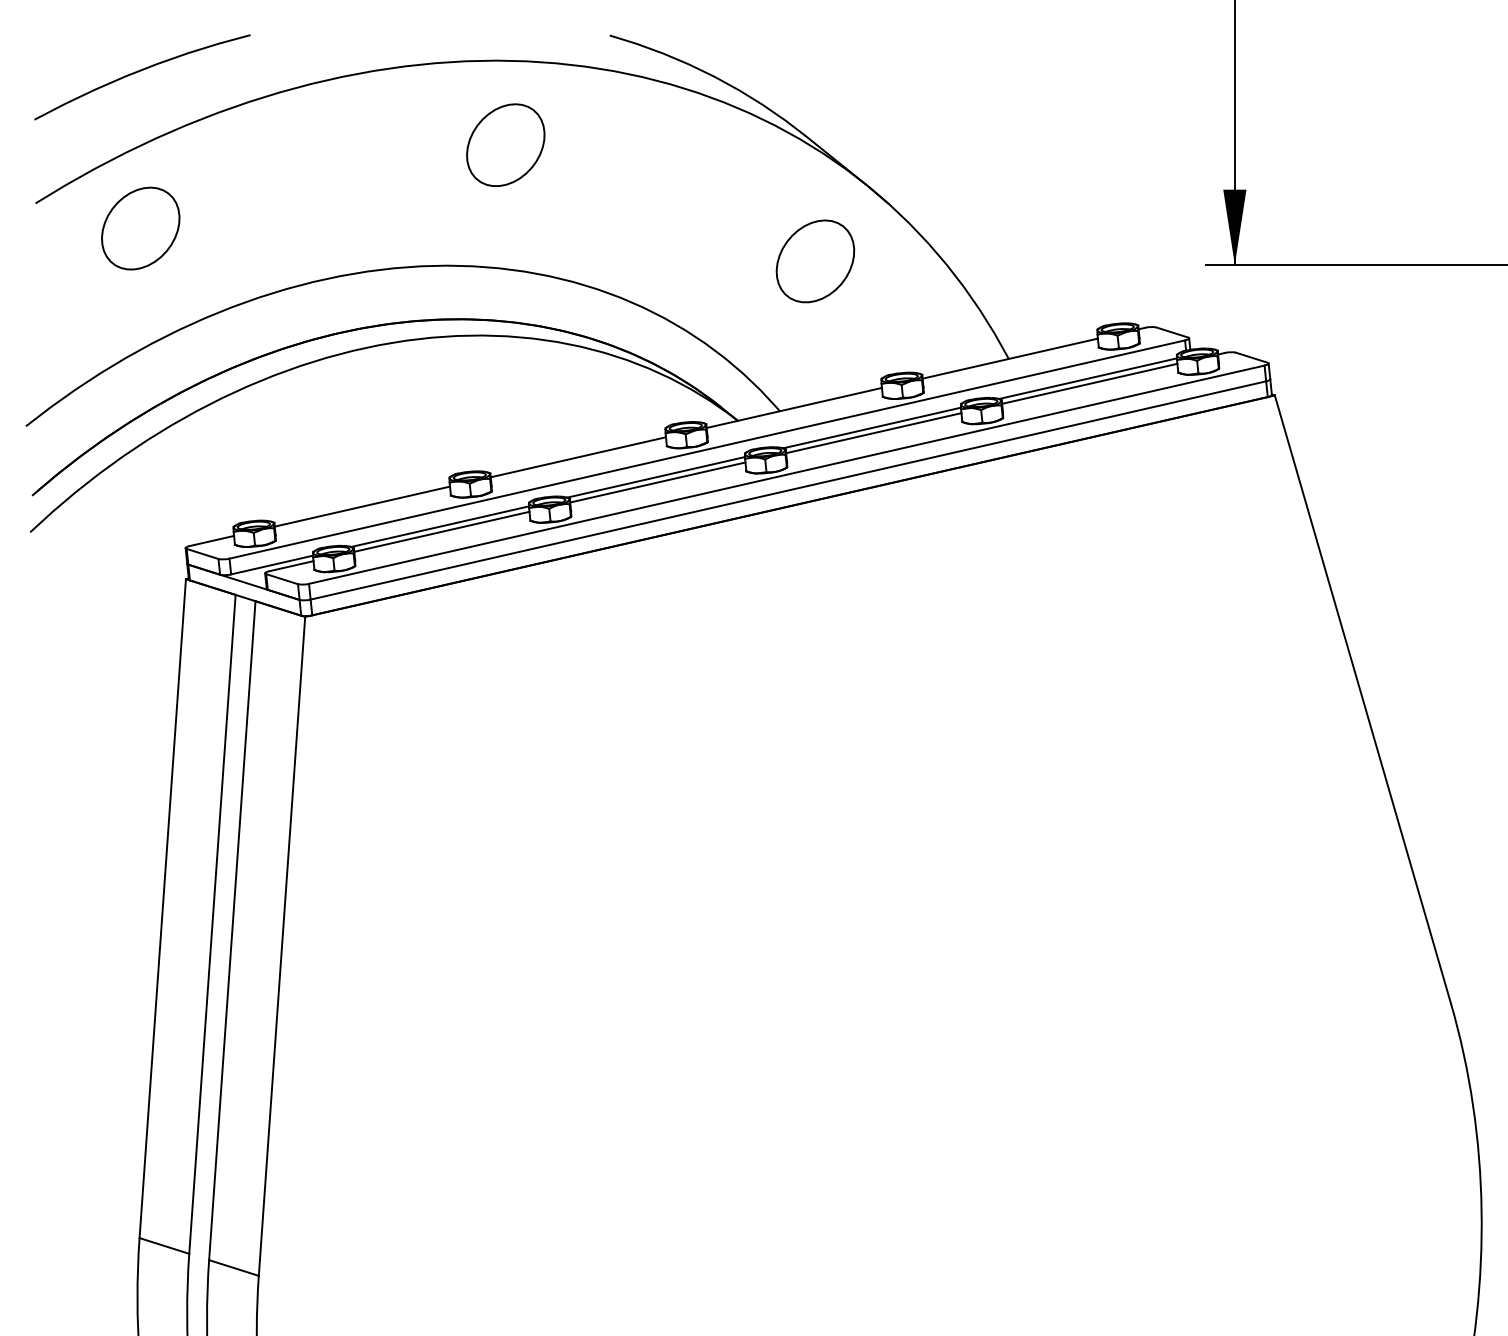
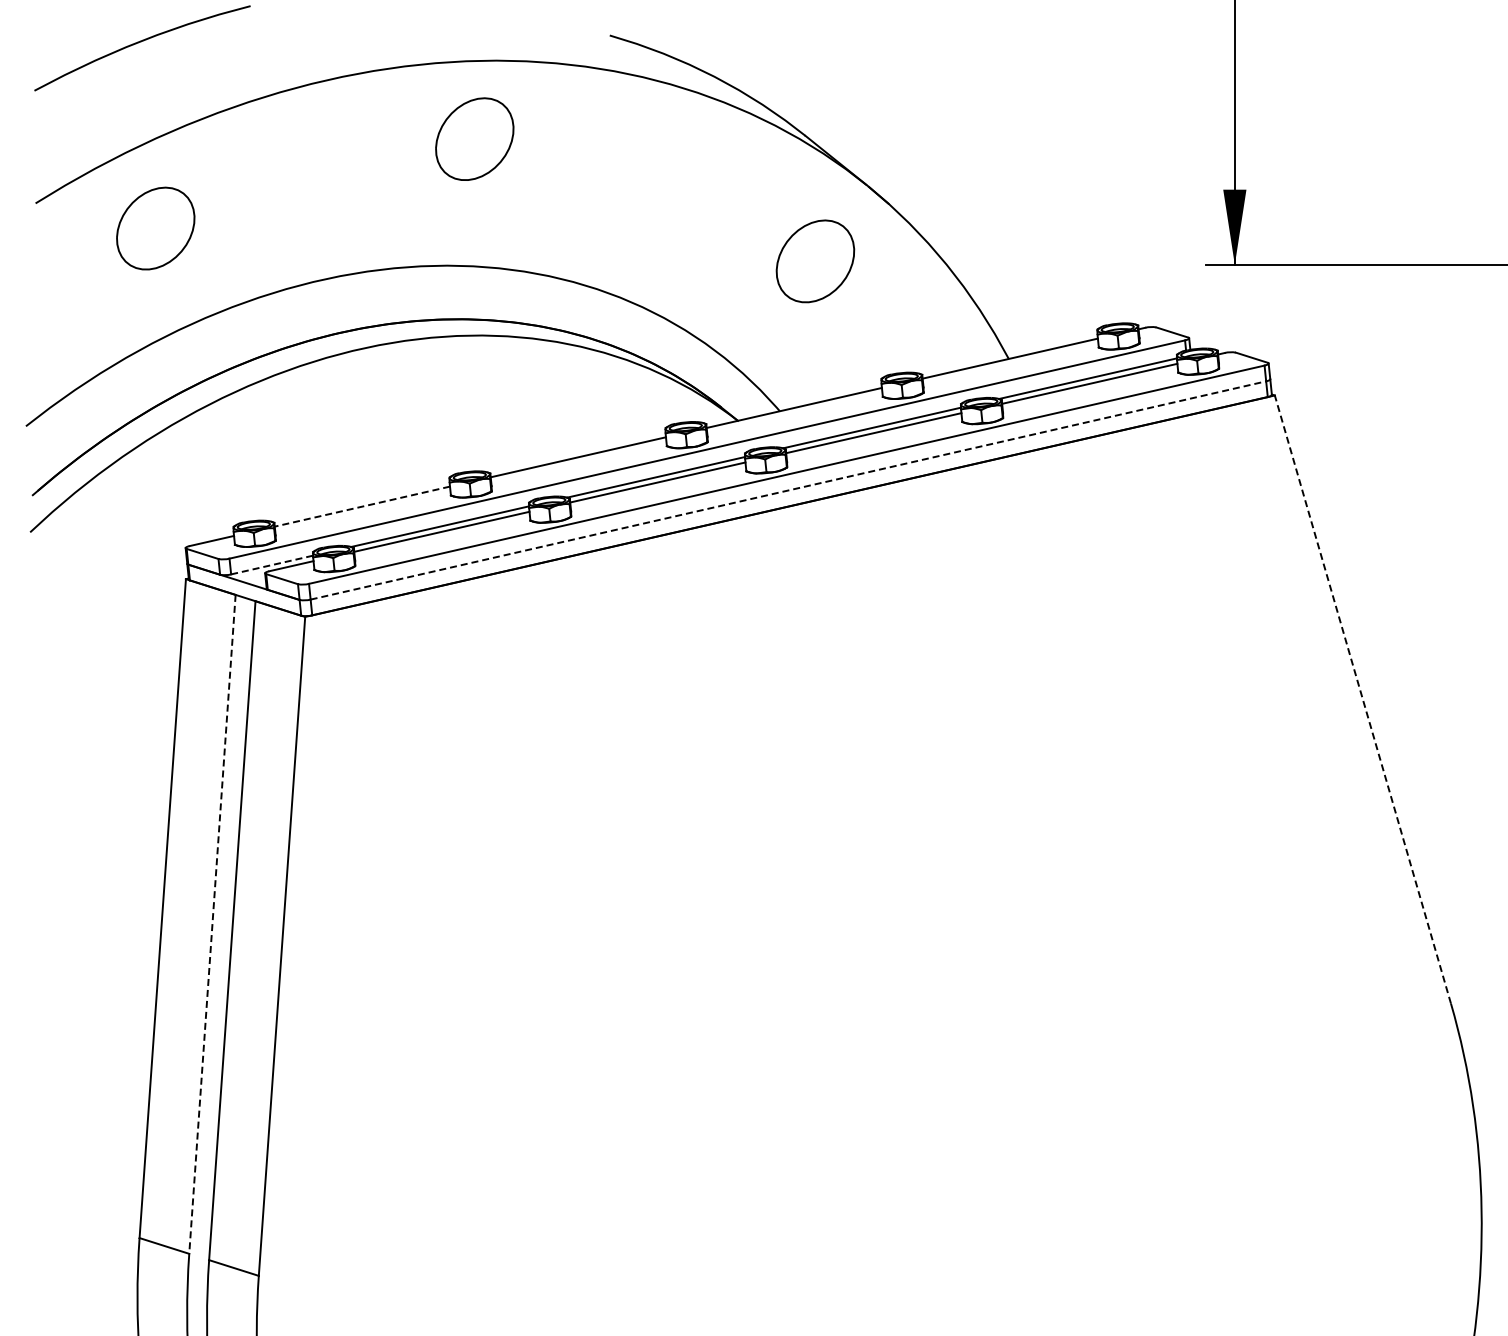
curve at (141, 71) position: (141, 71) -> (141, 42)
part at (505, 144) position: (505, 144) -> (474, 138)
part at (140, 228) position: (140, 228) -> (155, 228)
line at (788, 490): solid -> dashed
line at (362, 506): solid -> dashed
line at (272, 564): solid -> dashed
line at (1362, 699): solid -> dashed
line at (212, 924): solid -> dashed
